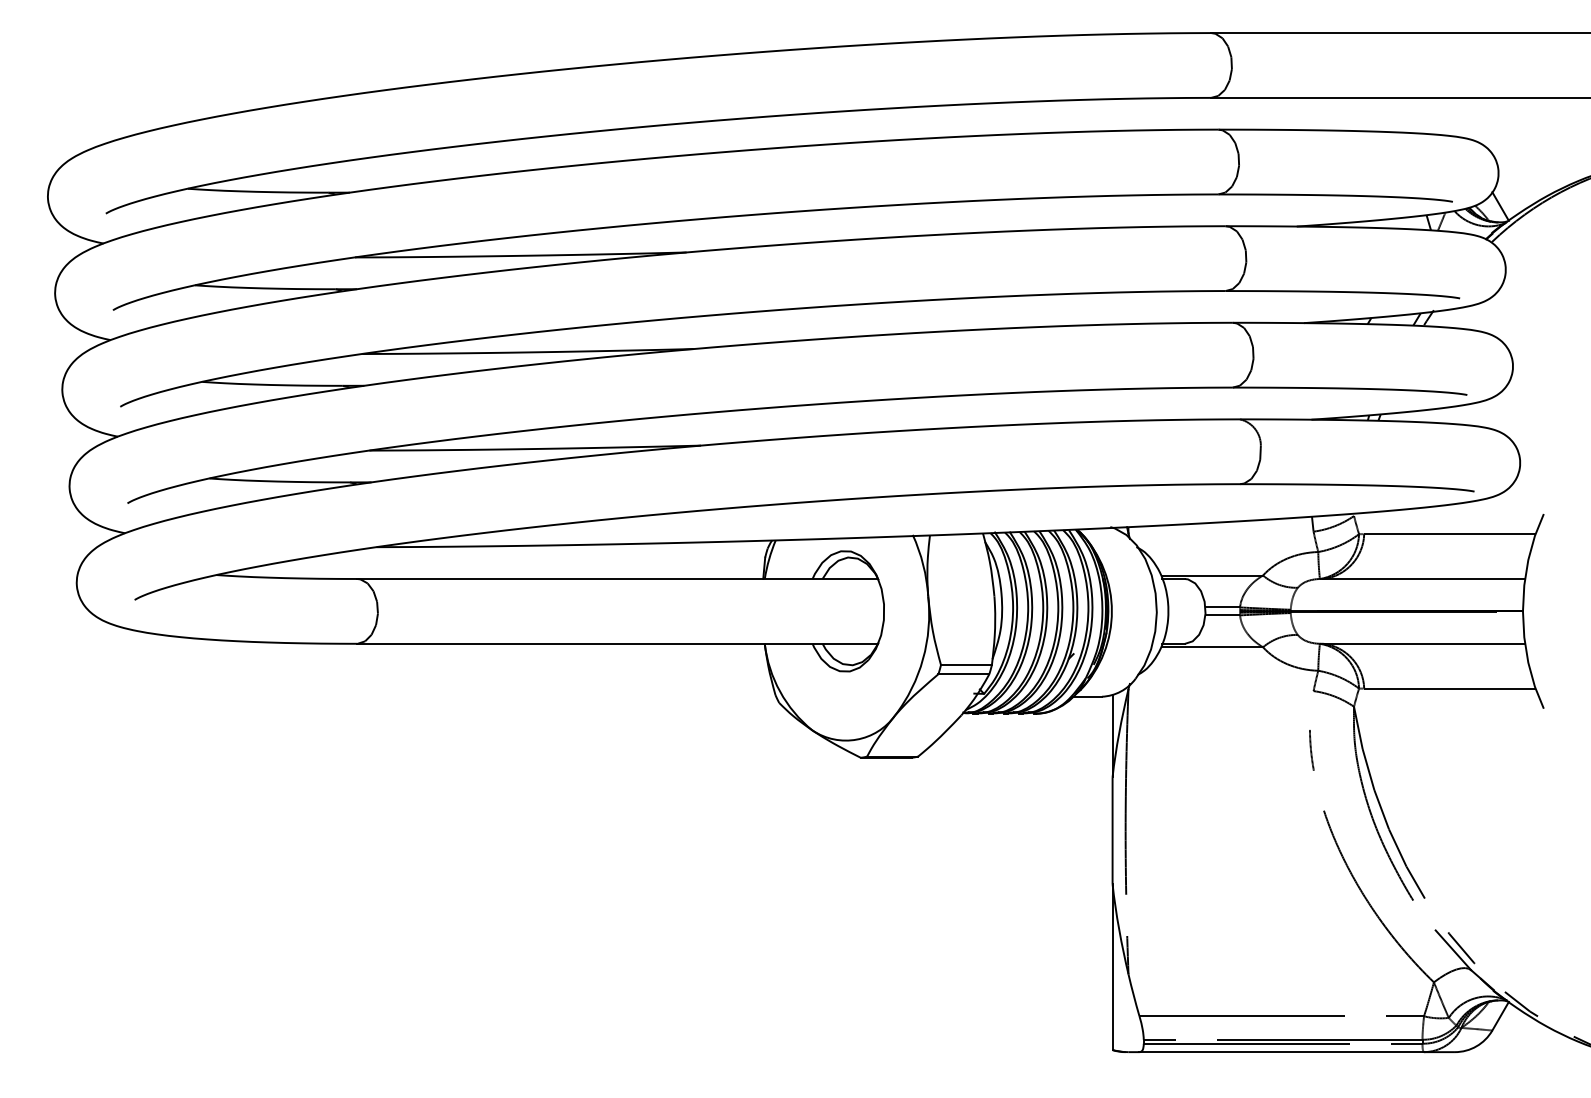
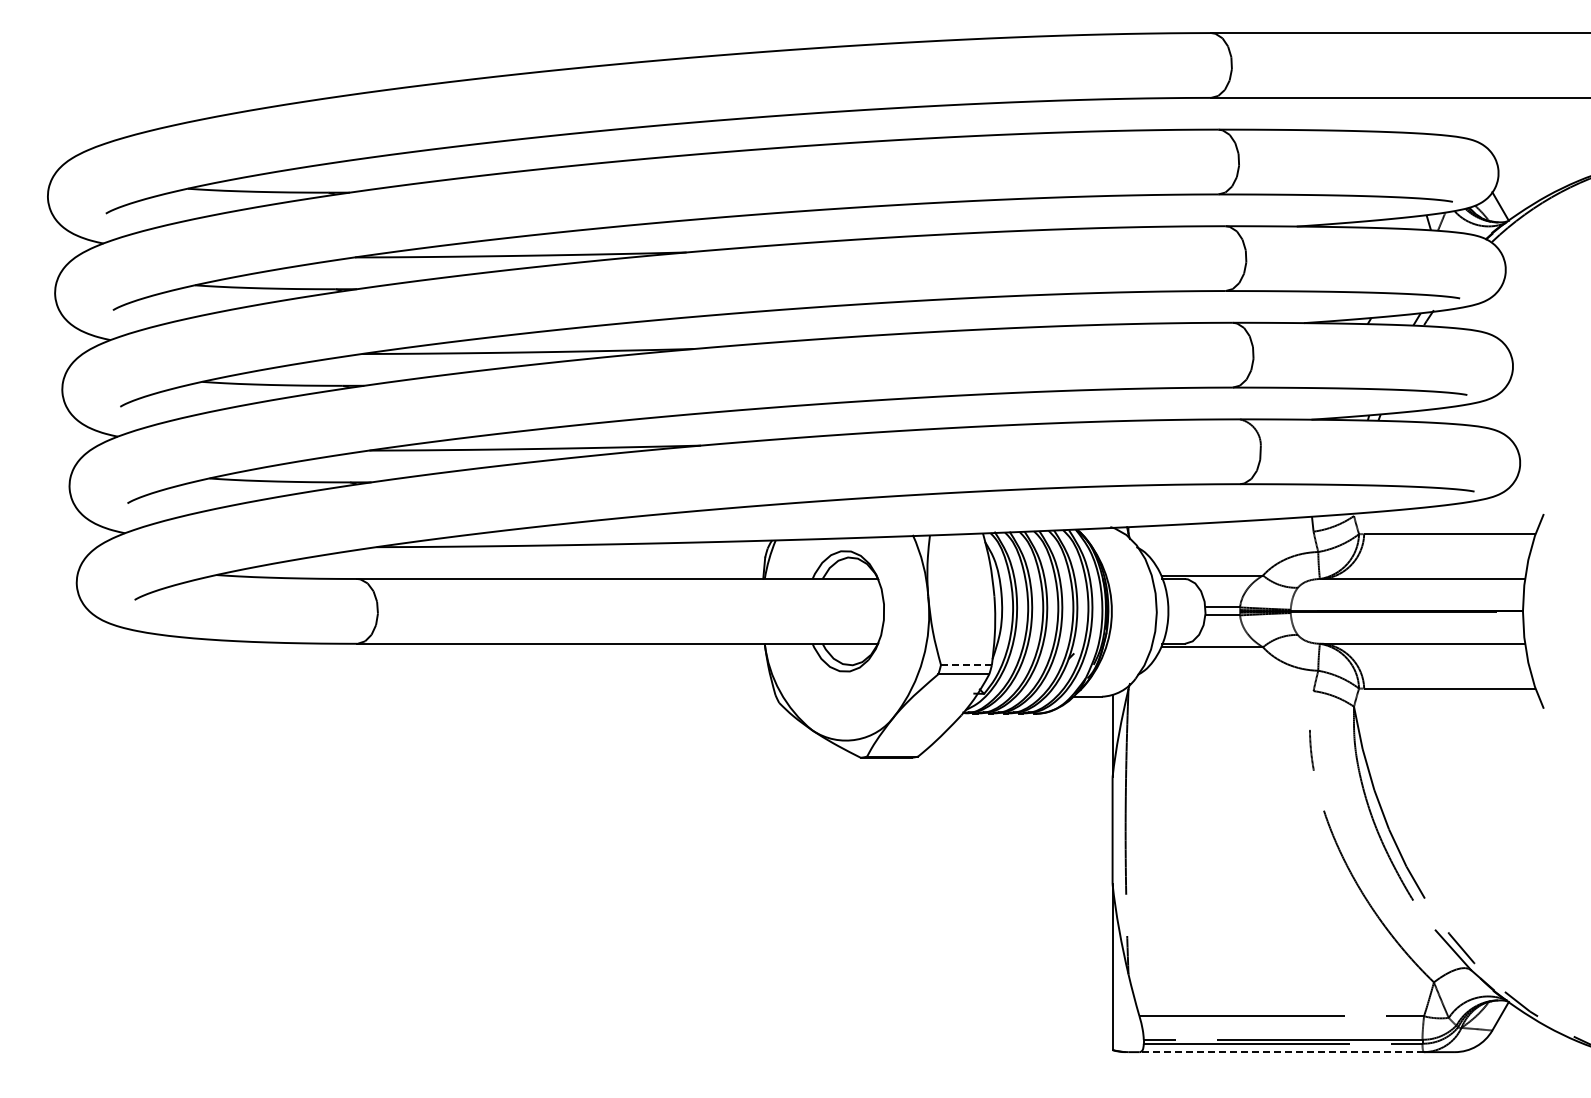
line at (965, 665): solid -> dashed
line at (1281, 1052): solid -> dashed
